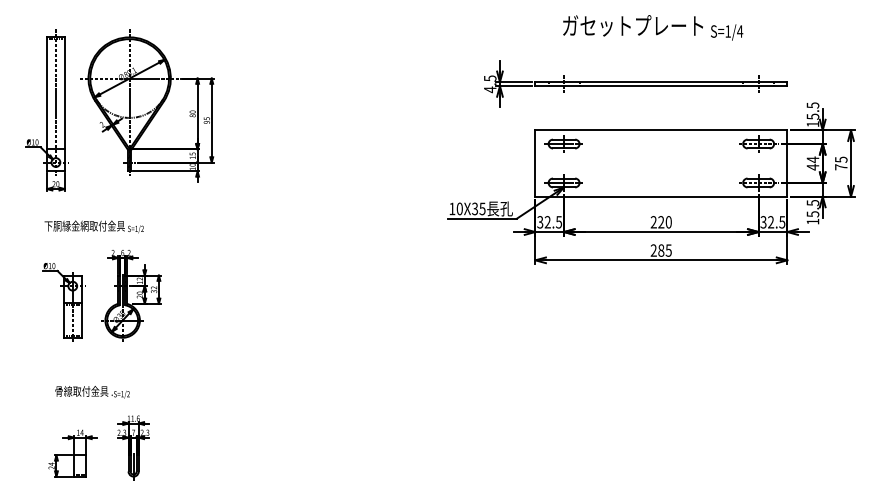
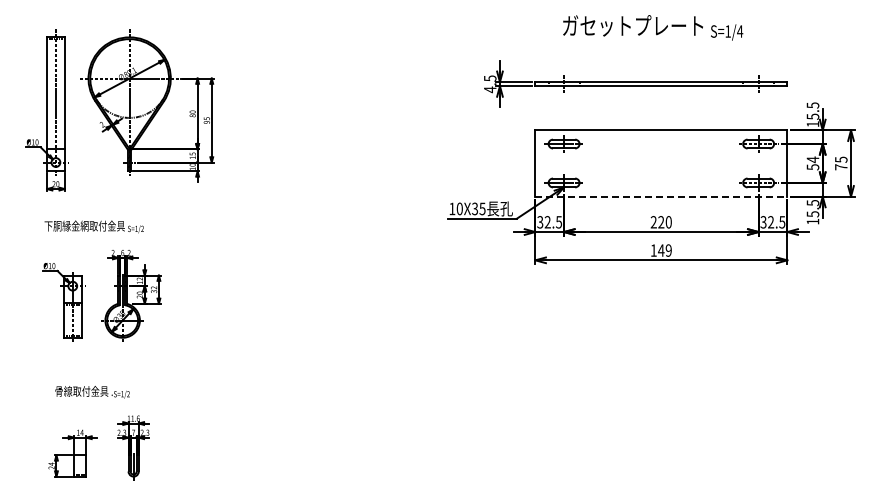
text at (812, 167): 44 -> 54
line at (661, 196): solid -> dashed
text at (660, 250): 285 -> 149
